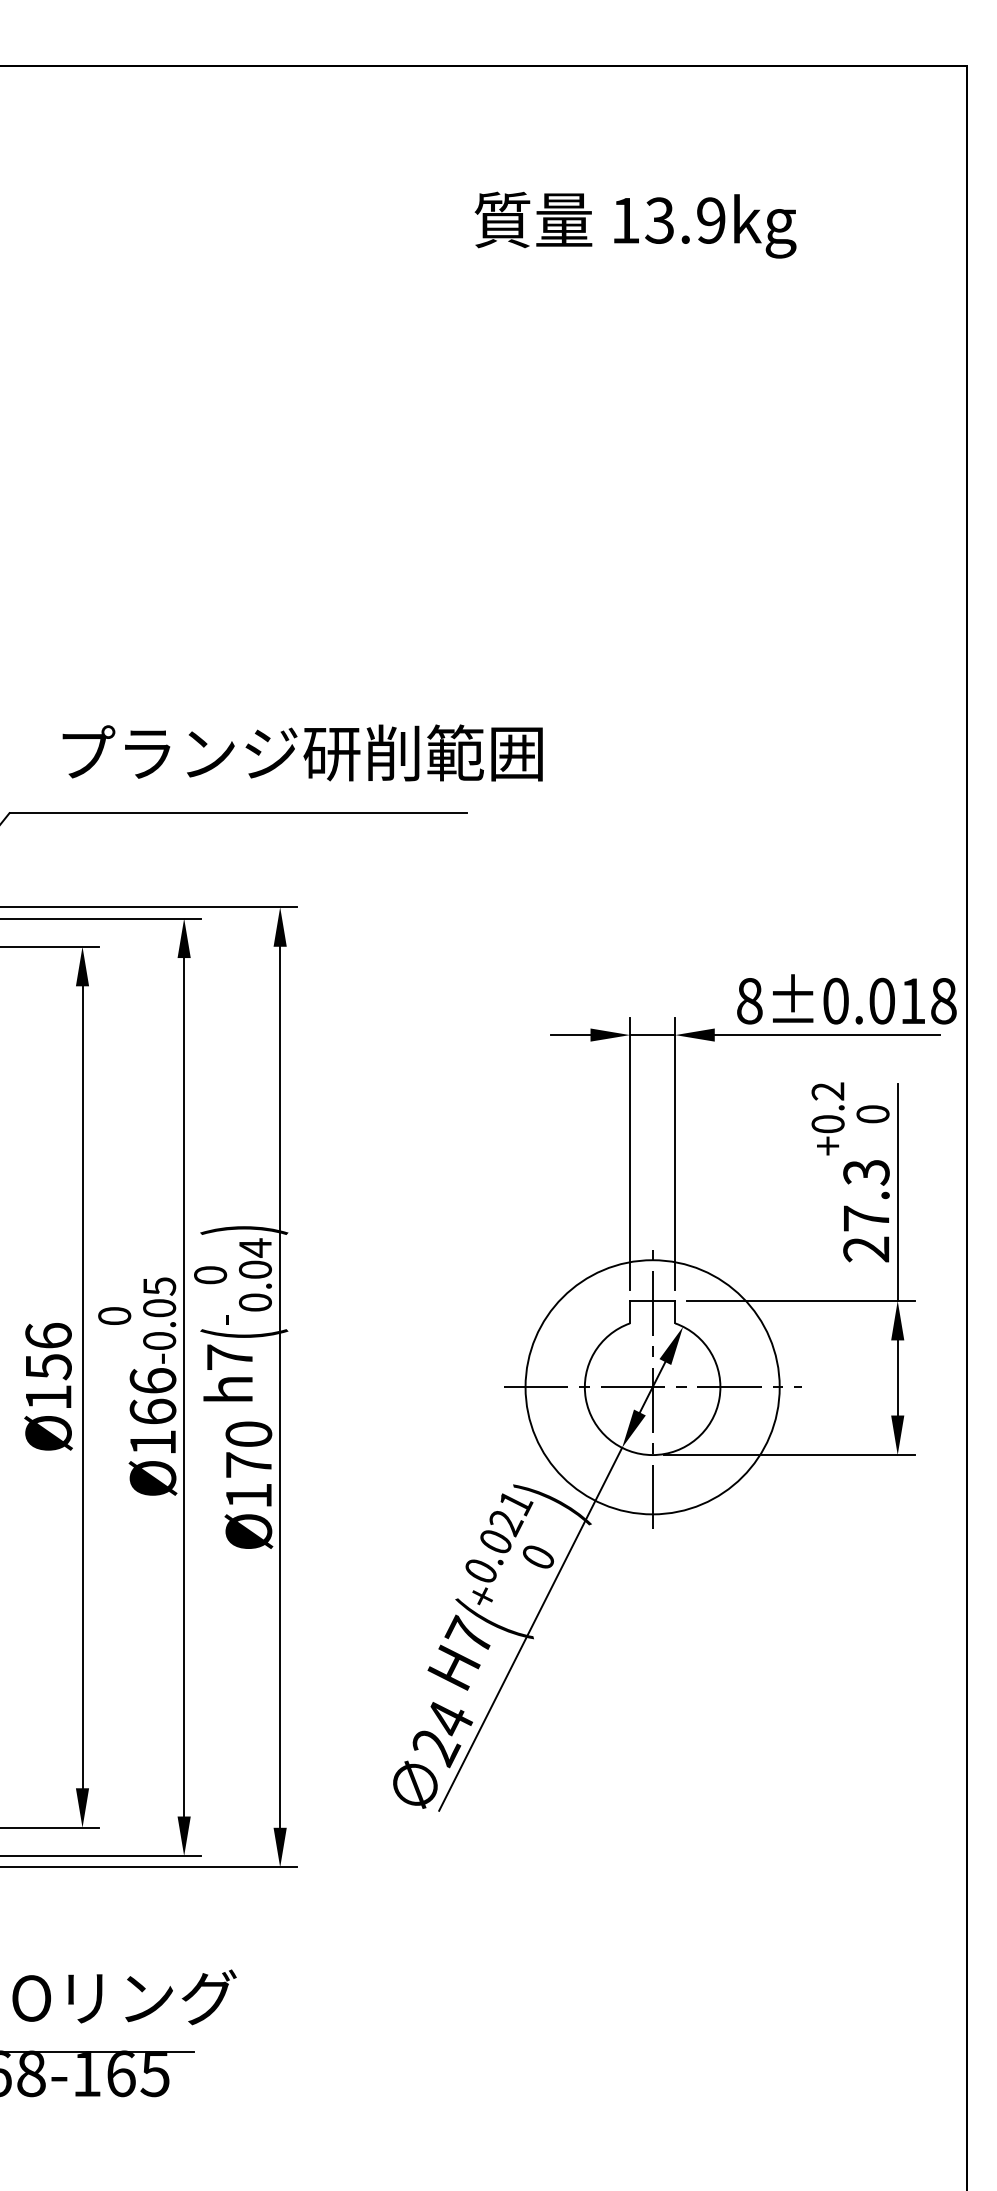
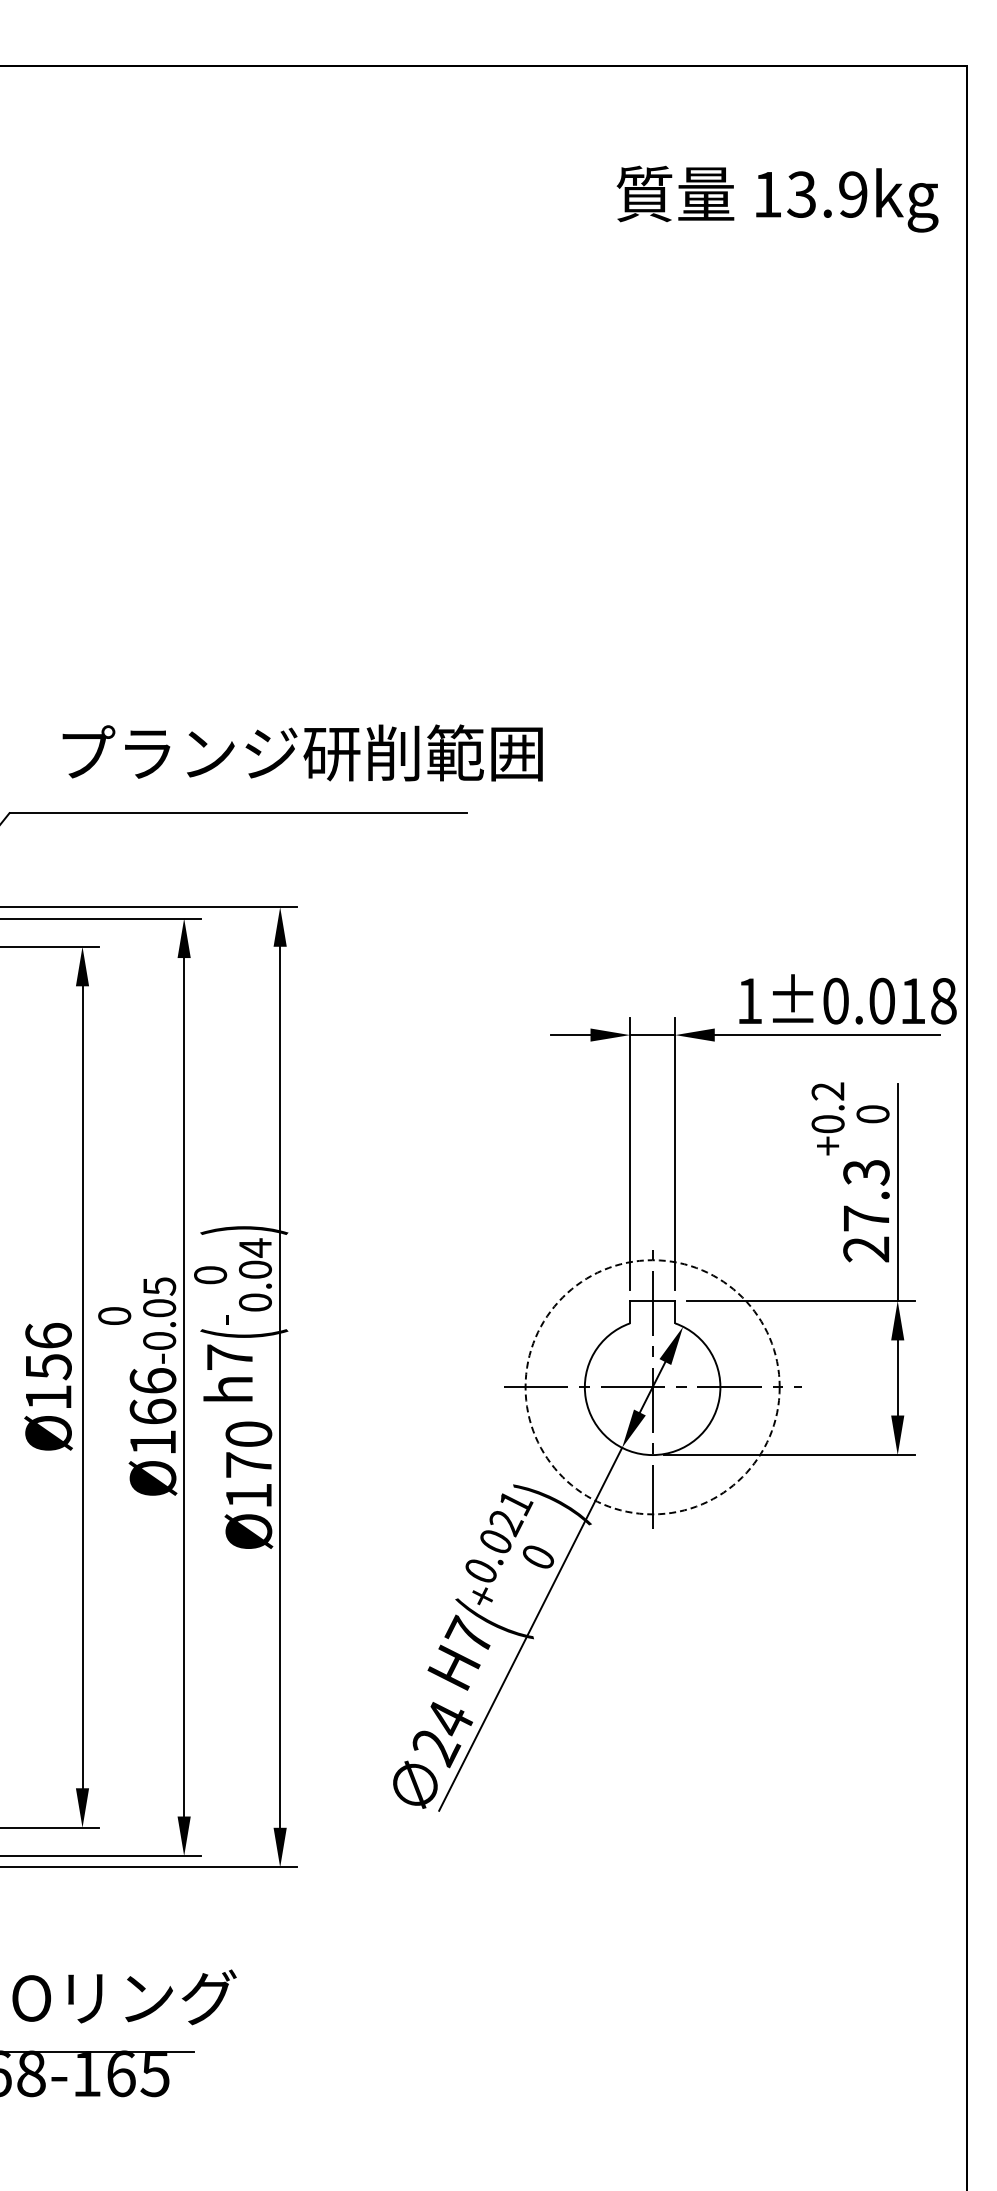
text at (635, 224) position: (635, 224) -> (777, 198)
text at (749, 1001): 8±0.018 -> 1±0.018
circle at (652, 1387): solid -> dashed
